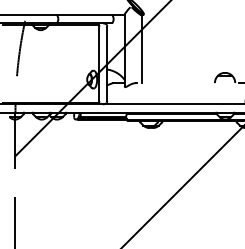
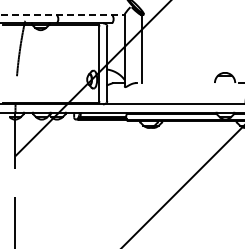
line at (62, 14): solid -> dashed
